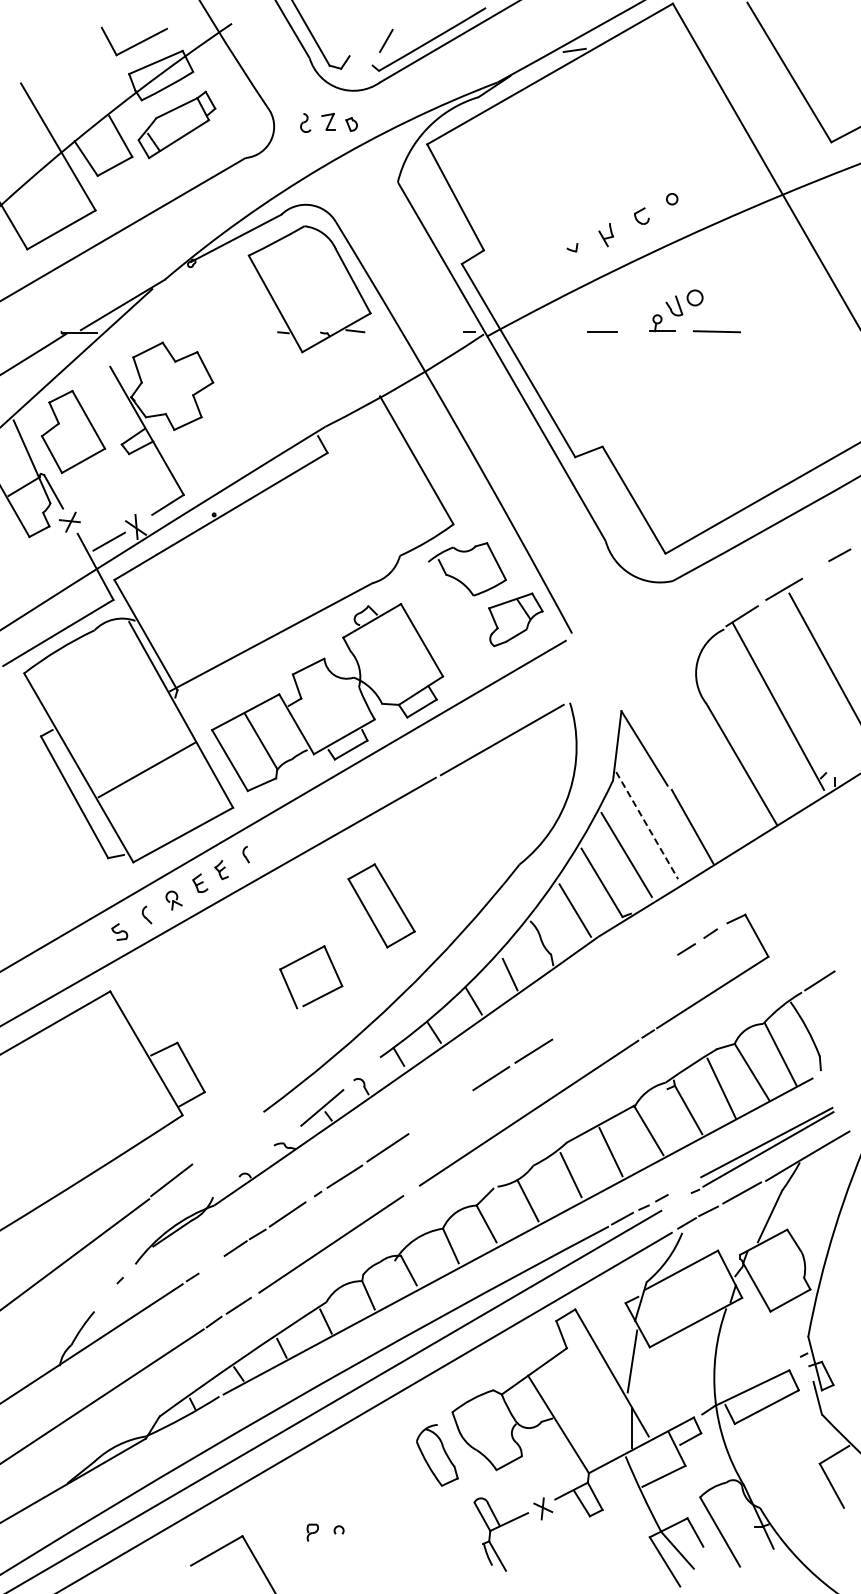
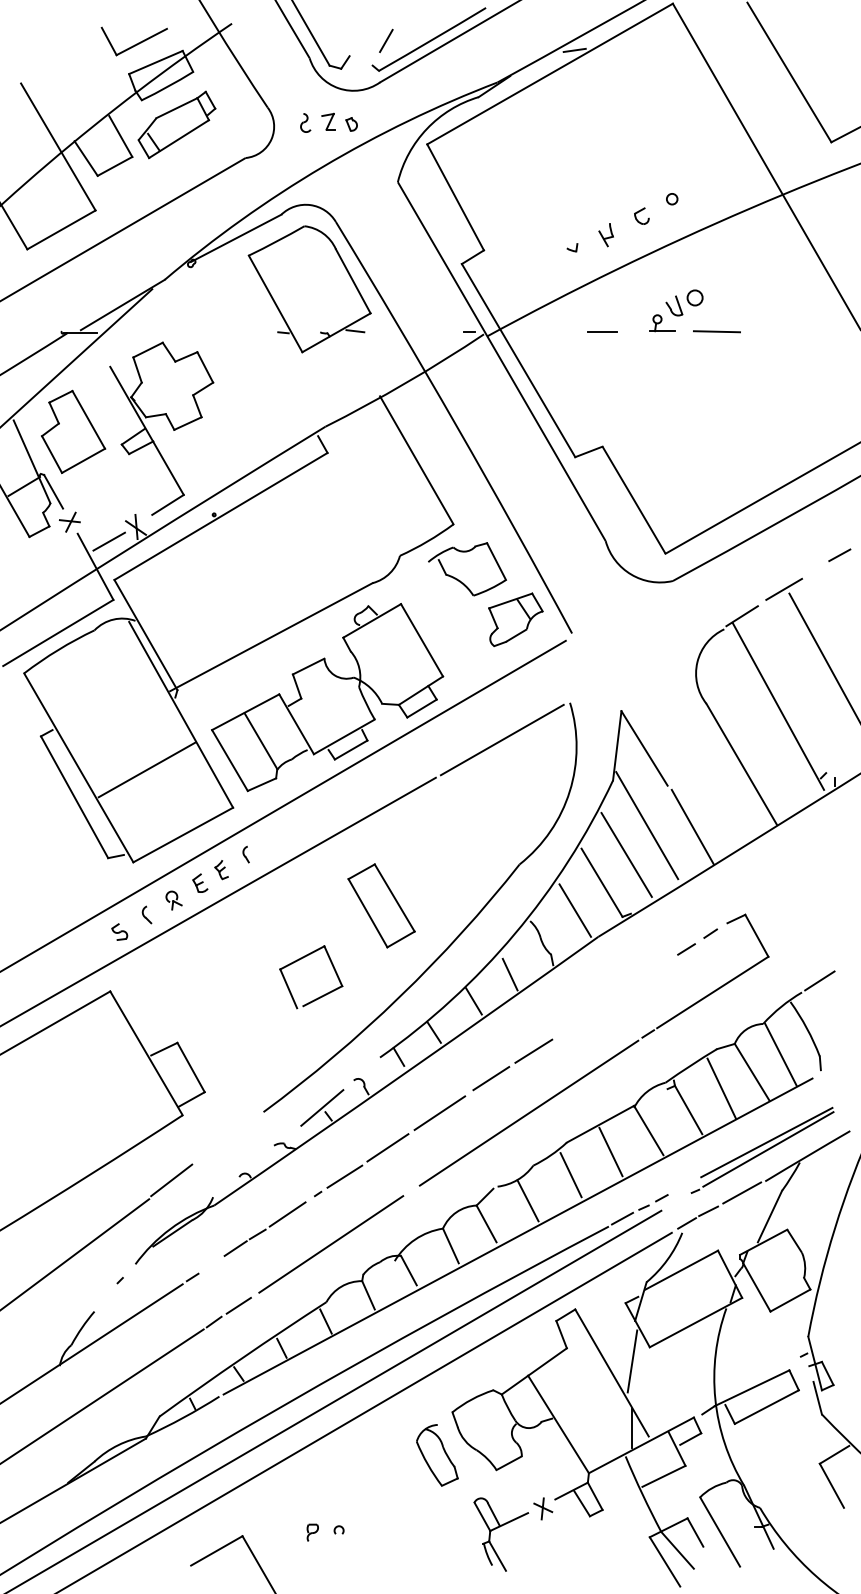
line at (647, 825): dashed -> solid
line at (439, 1112): none -> present
